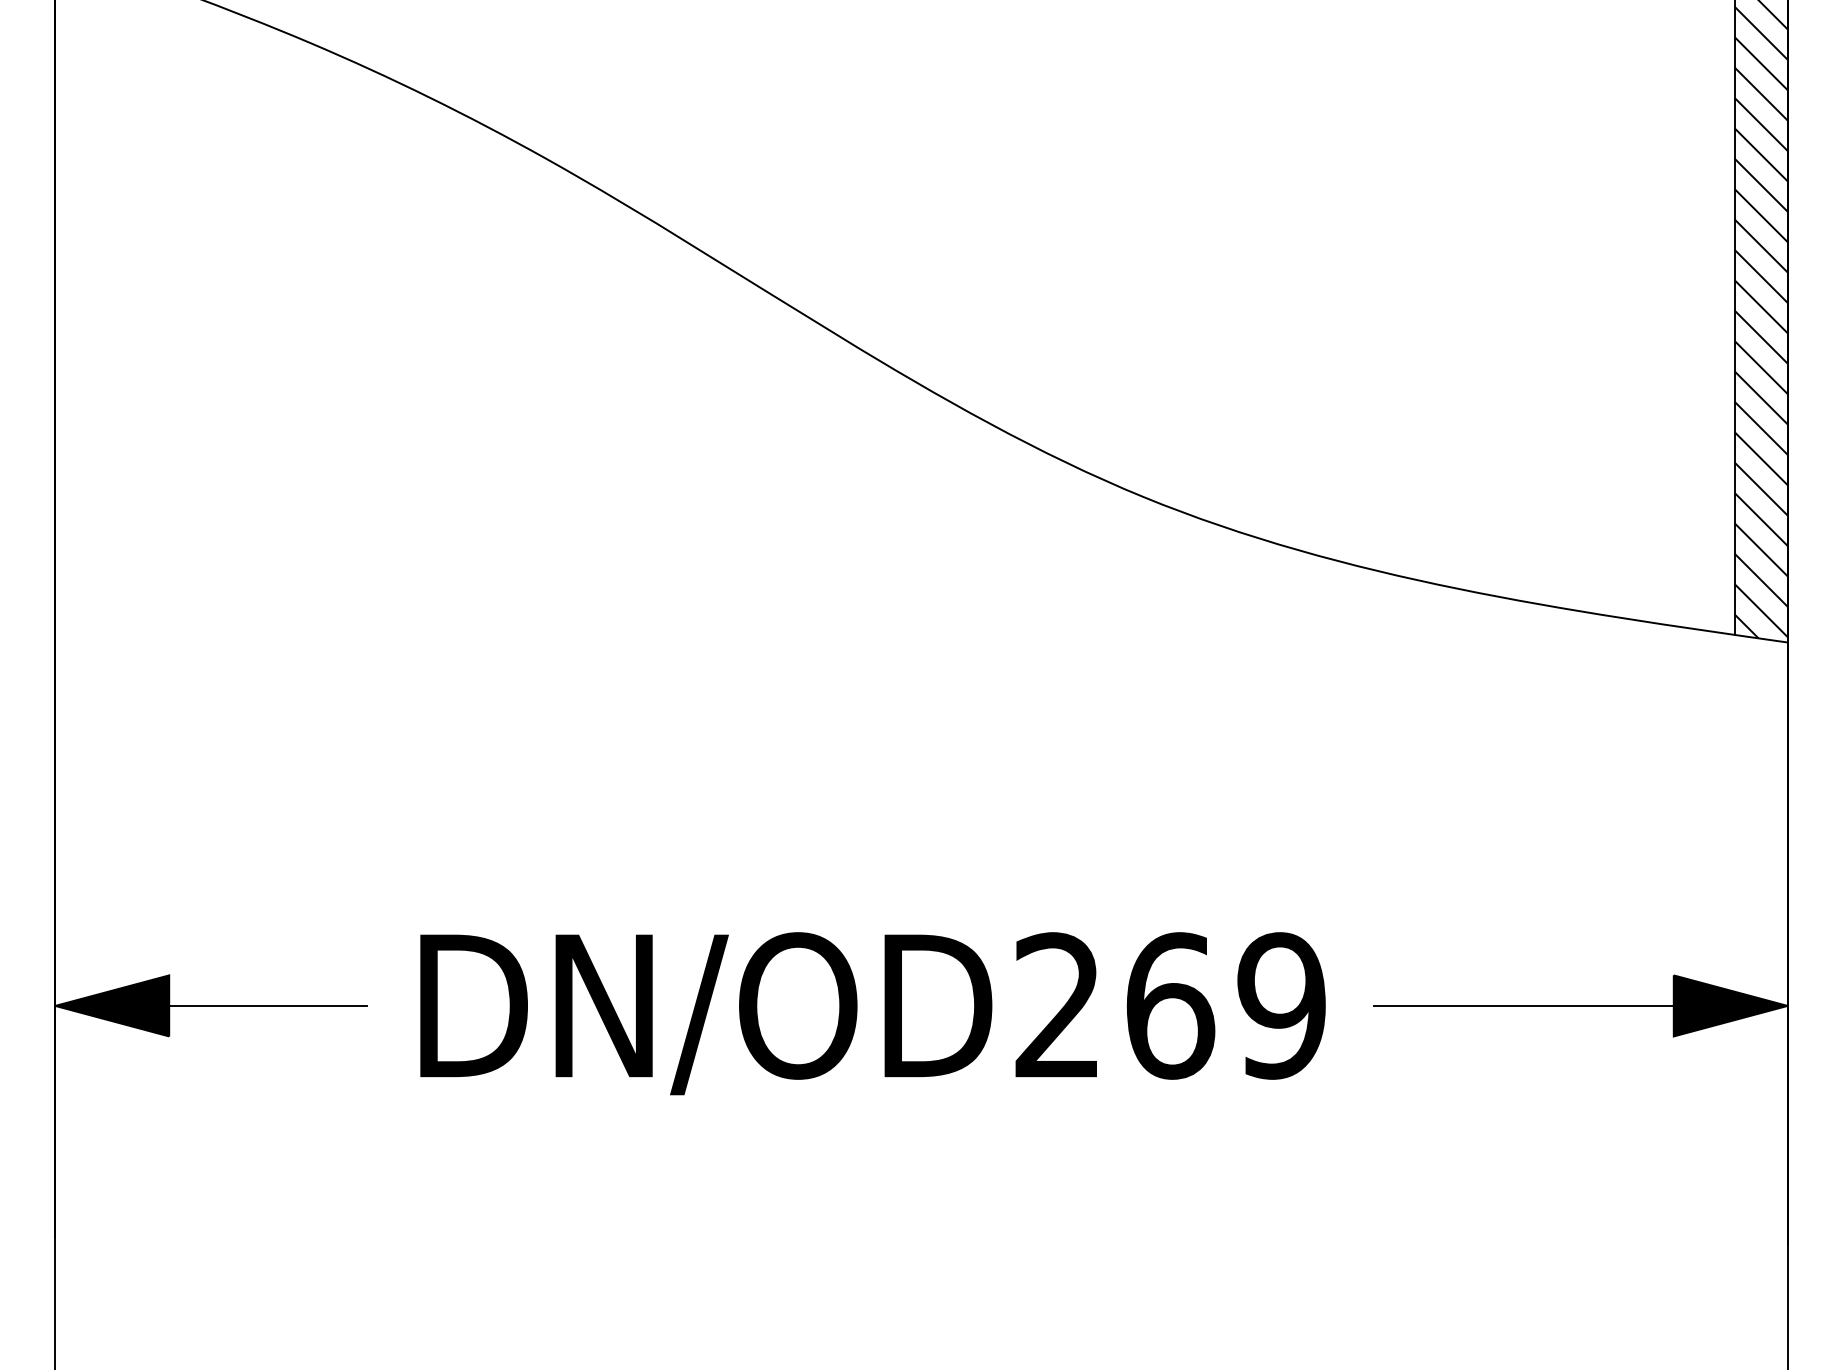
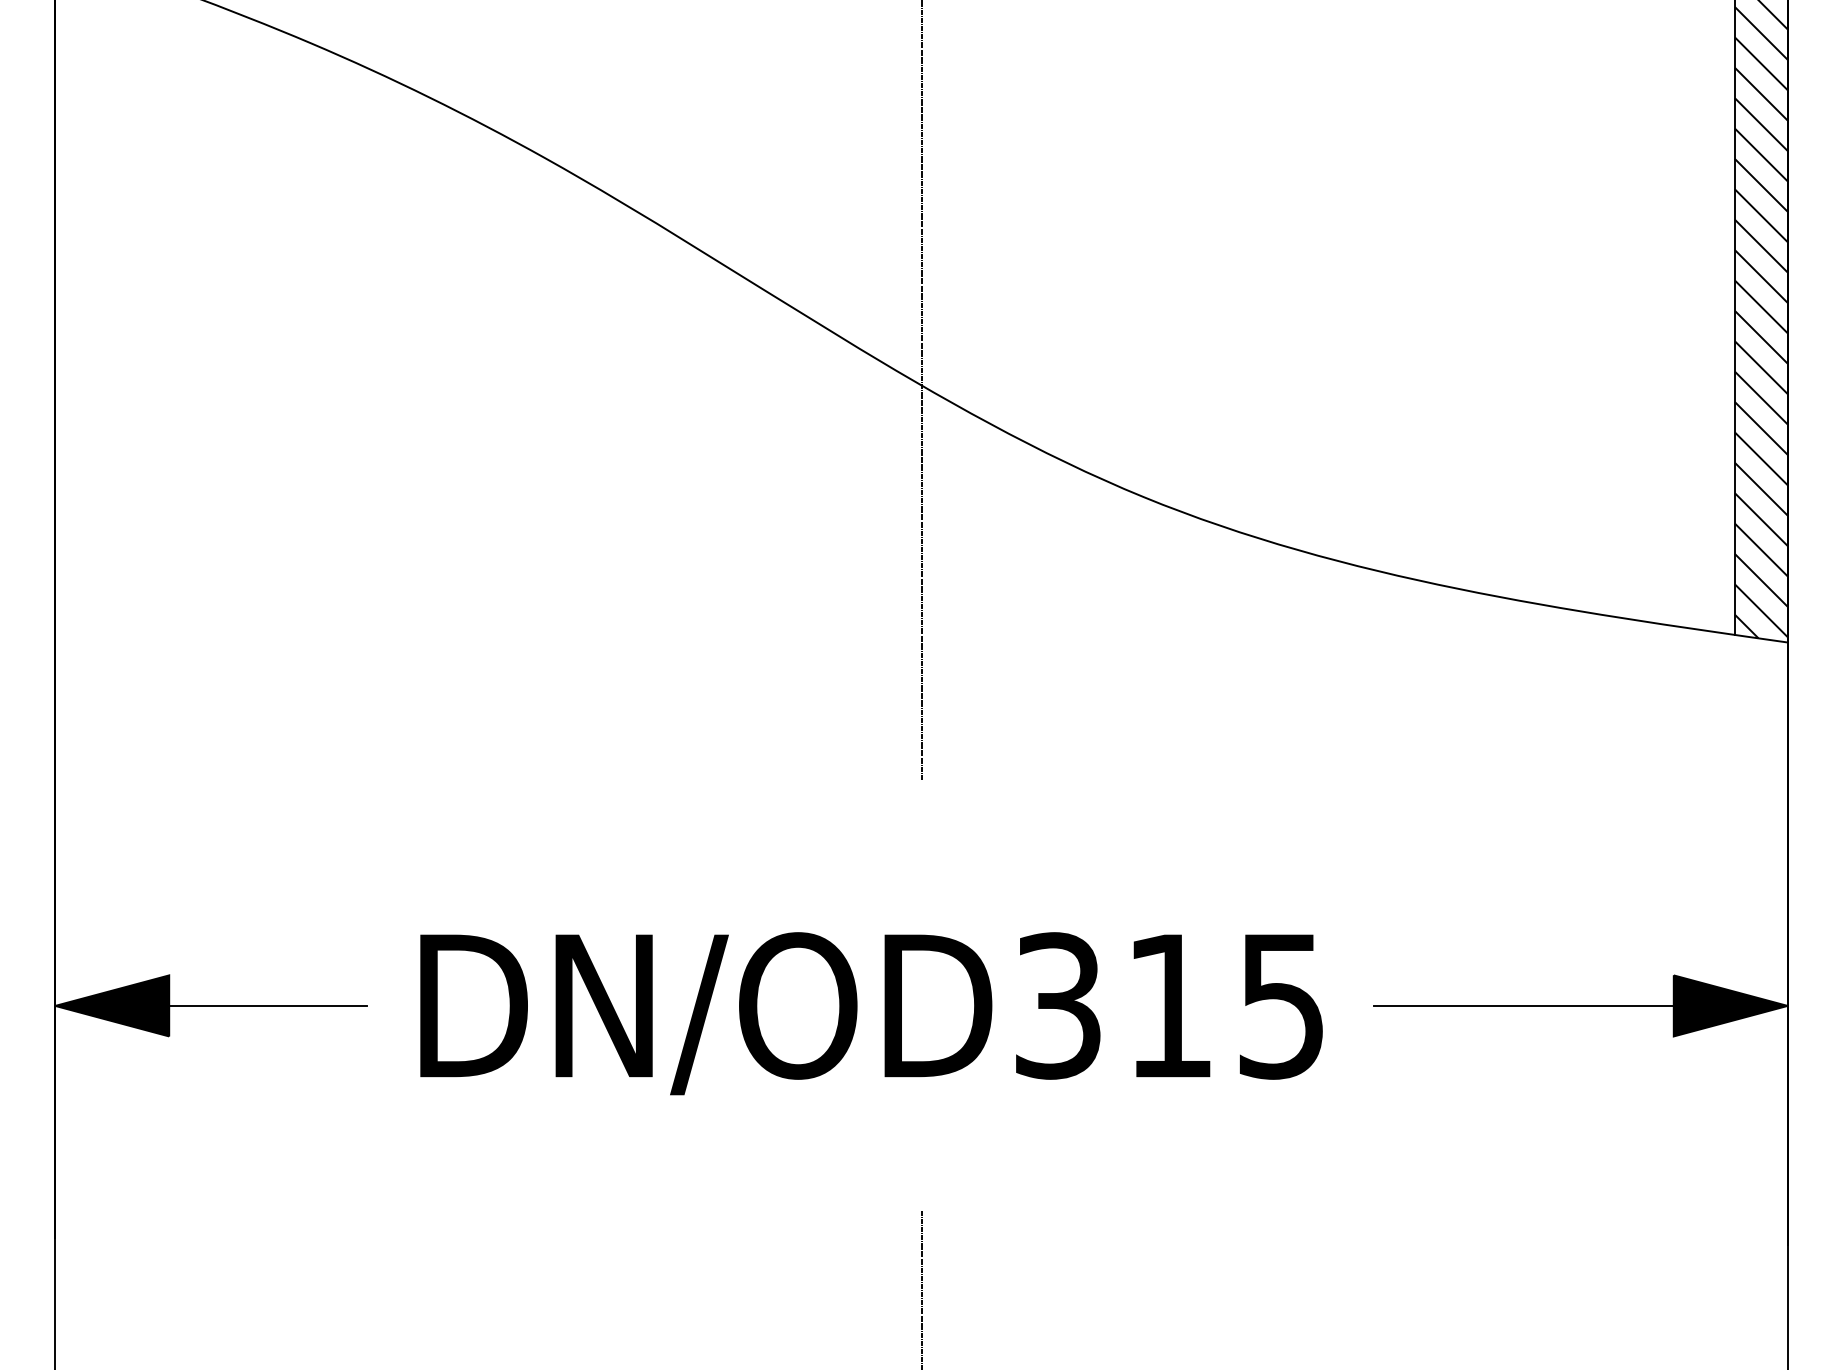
line at (921, 390): none -> present
text at (1170, 1005): DN/OD269 -> DN/OD315
line at (921, 1288): none -> present
